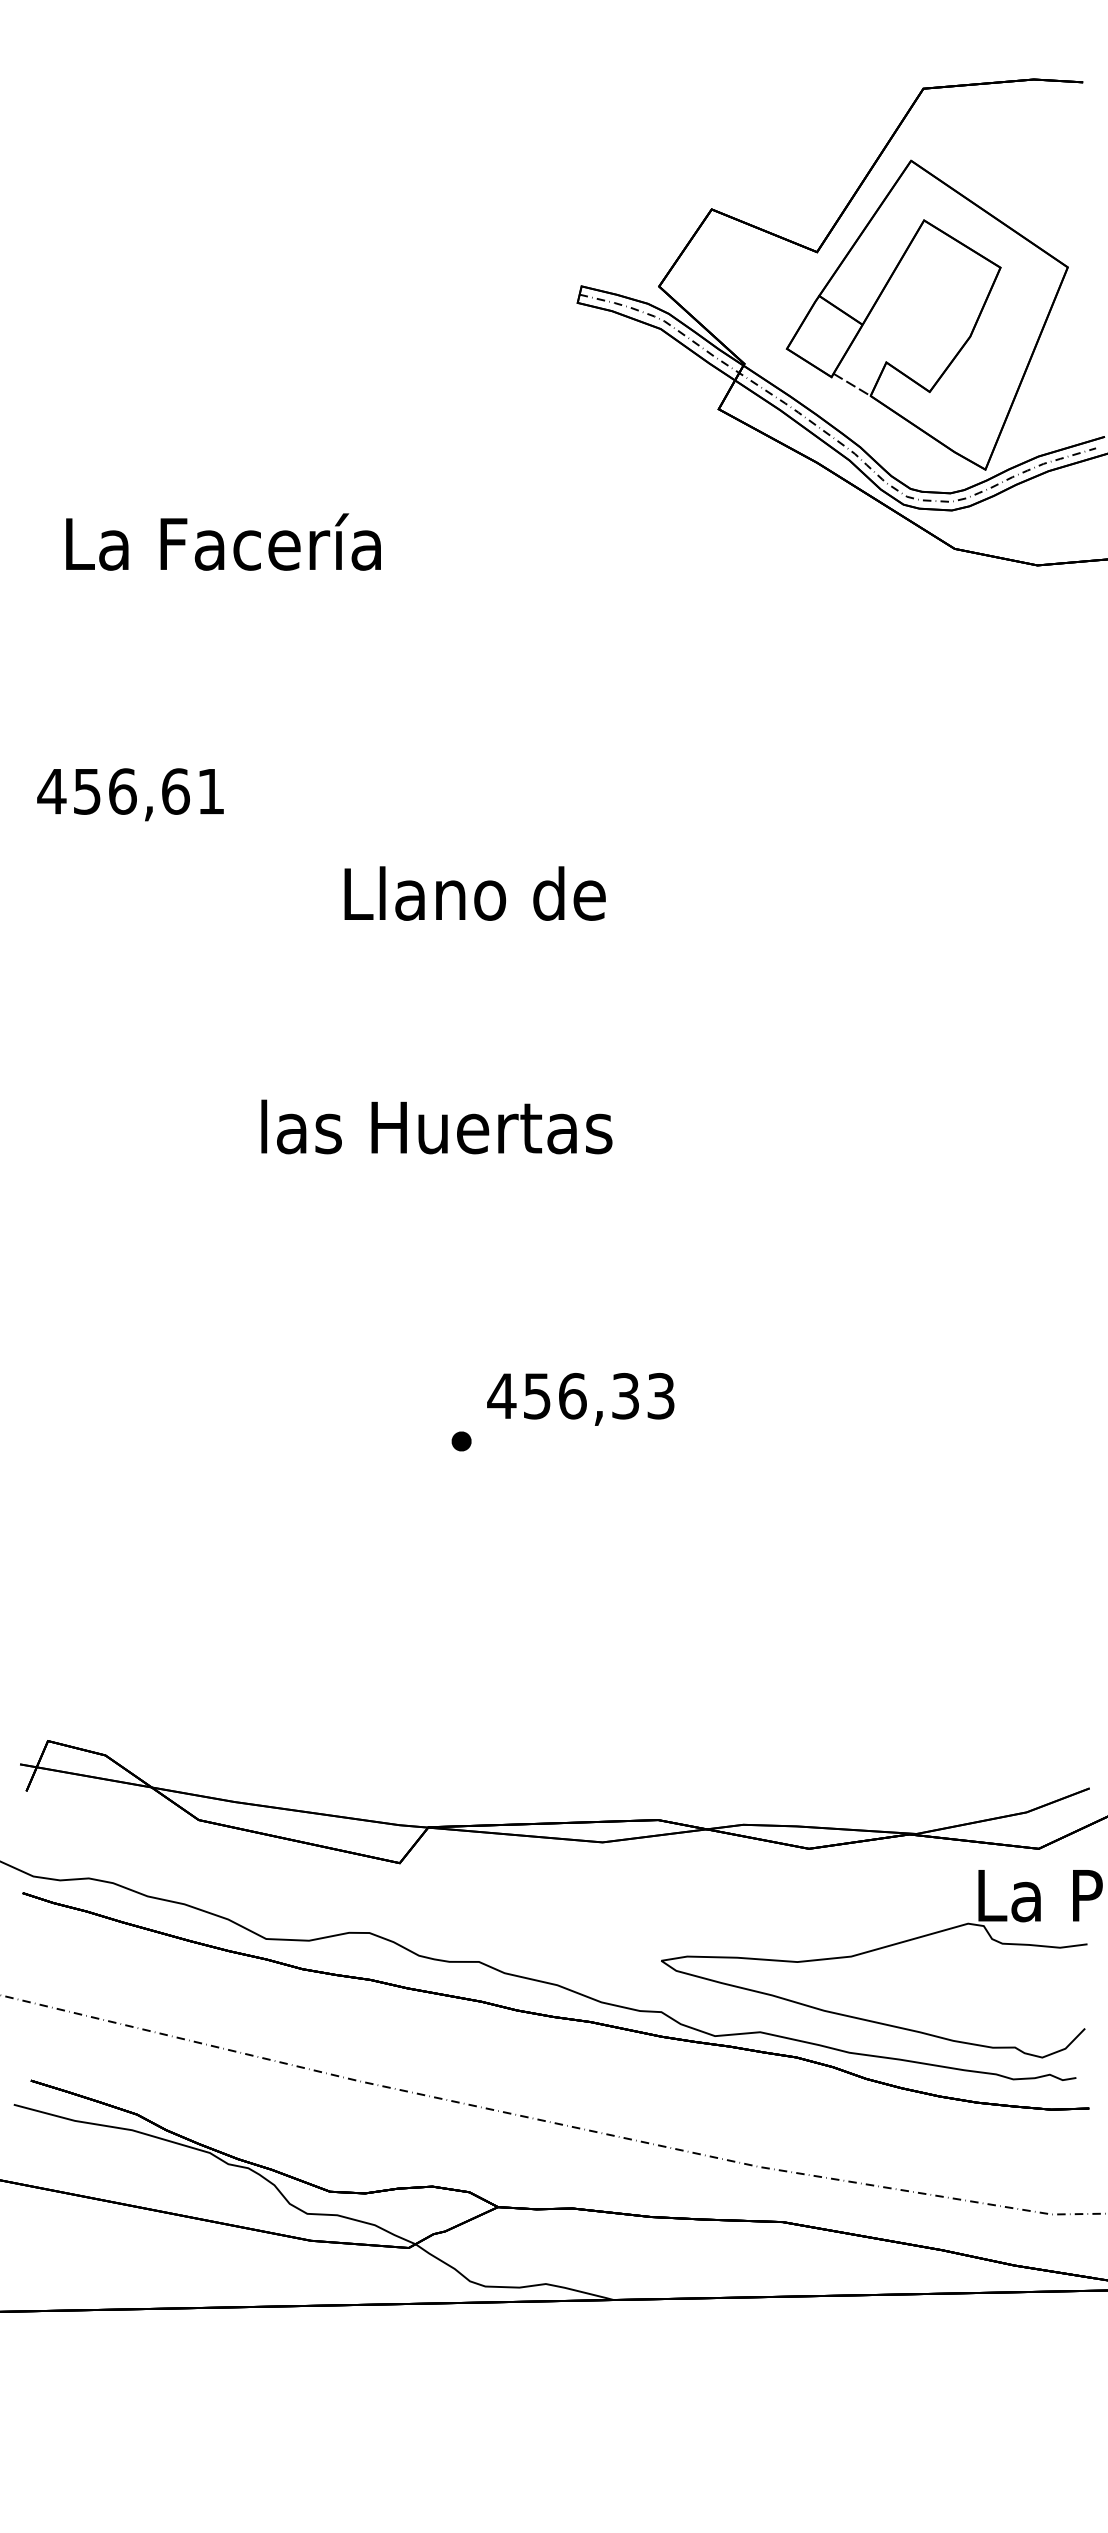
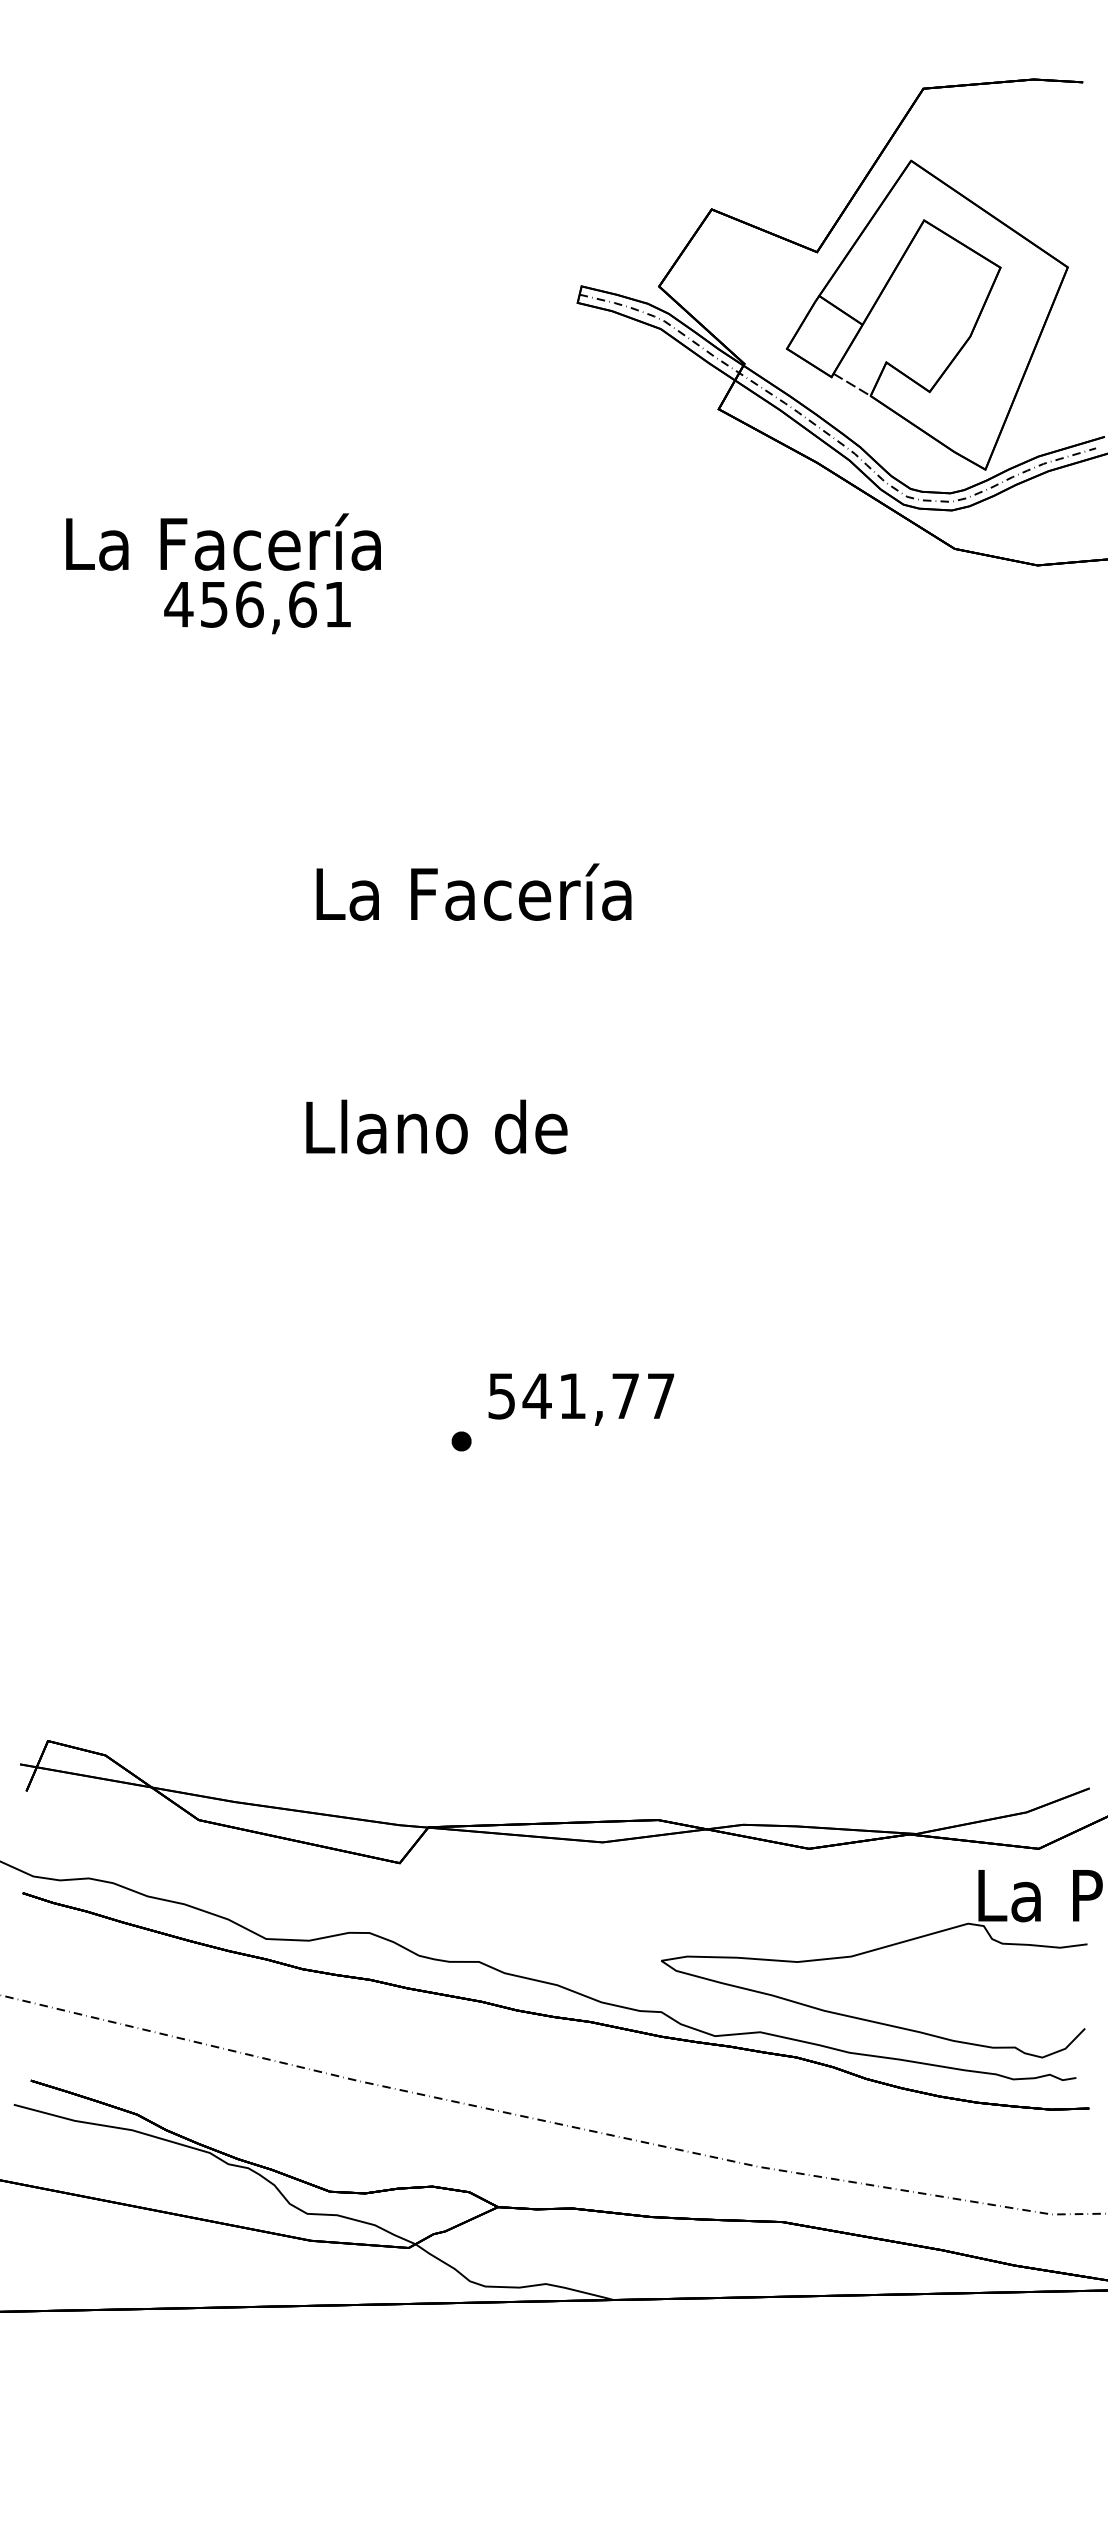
text at (130, 794) position: (130, 794) -> (257, 607)
text at (473, 891): Llano de -> La Facería
text at (436, 1126): las Huertas -> Llano de
text at (580, 1395): 456,33 -> 541,77
